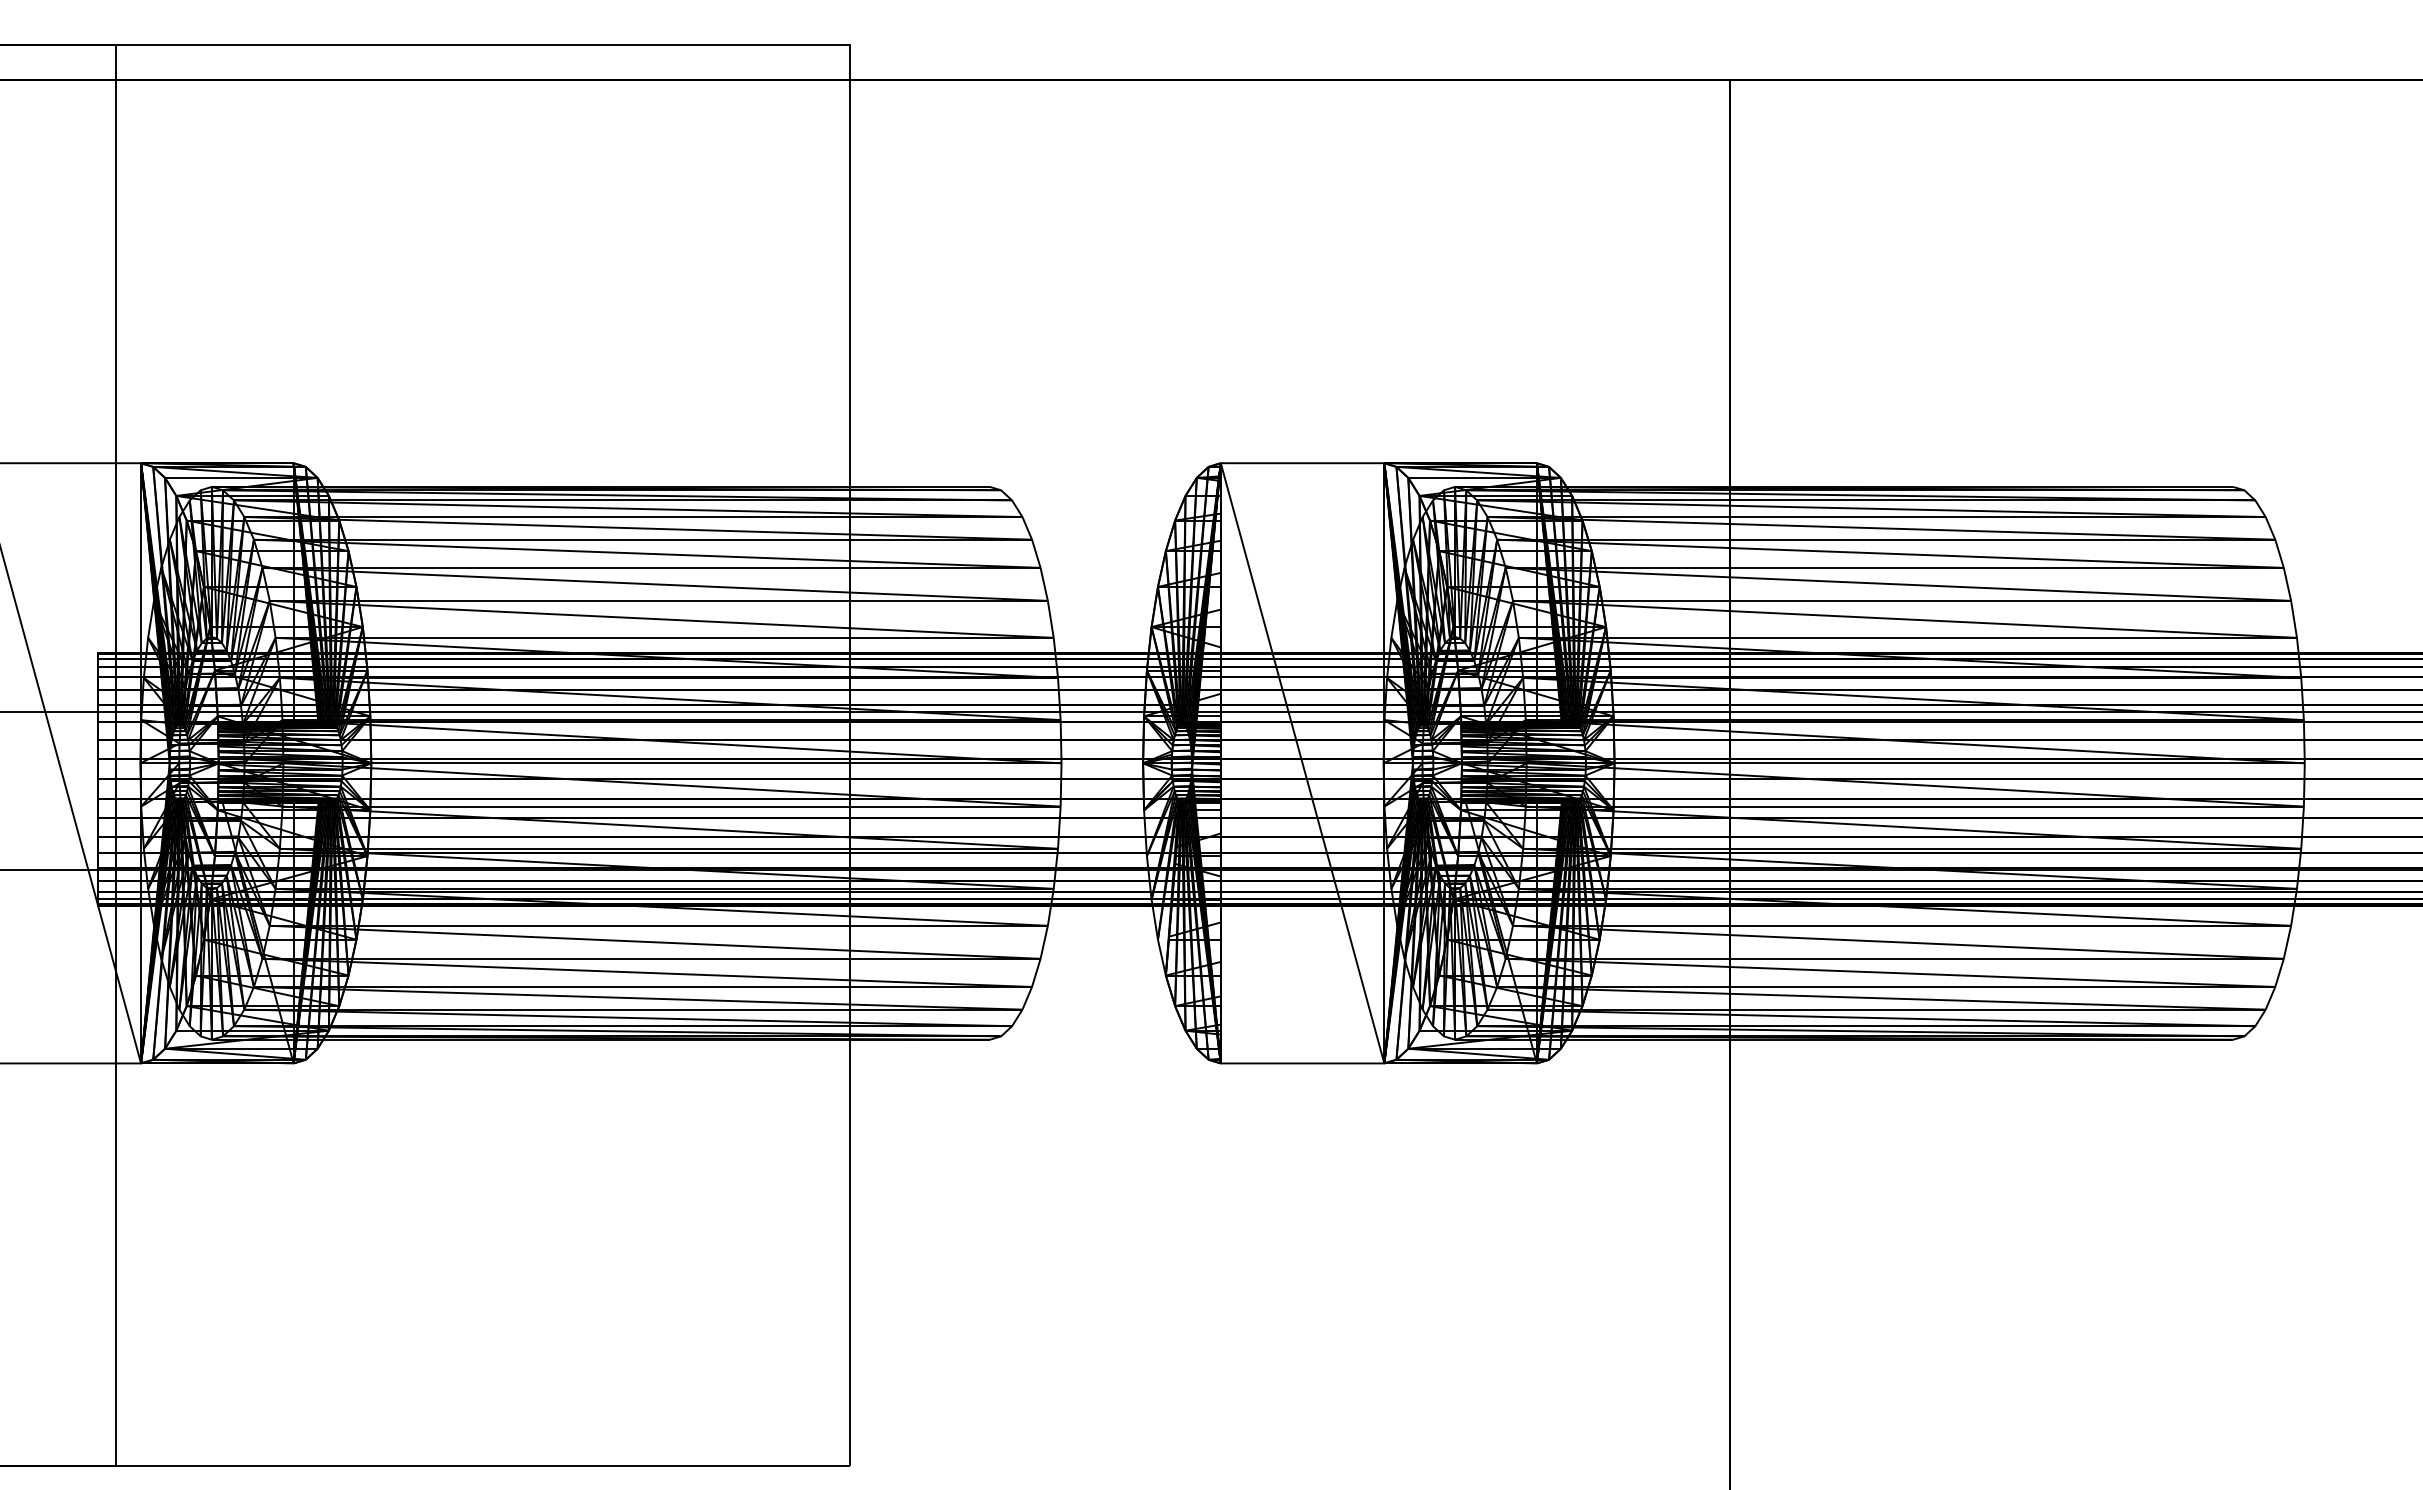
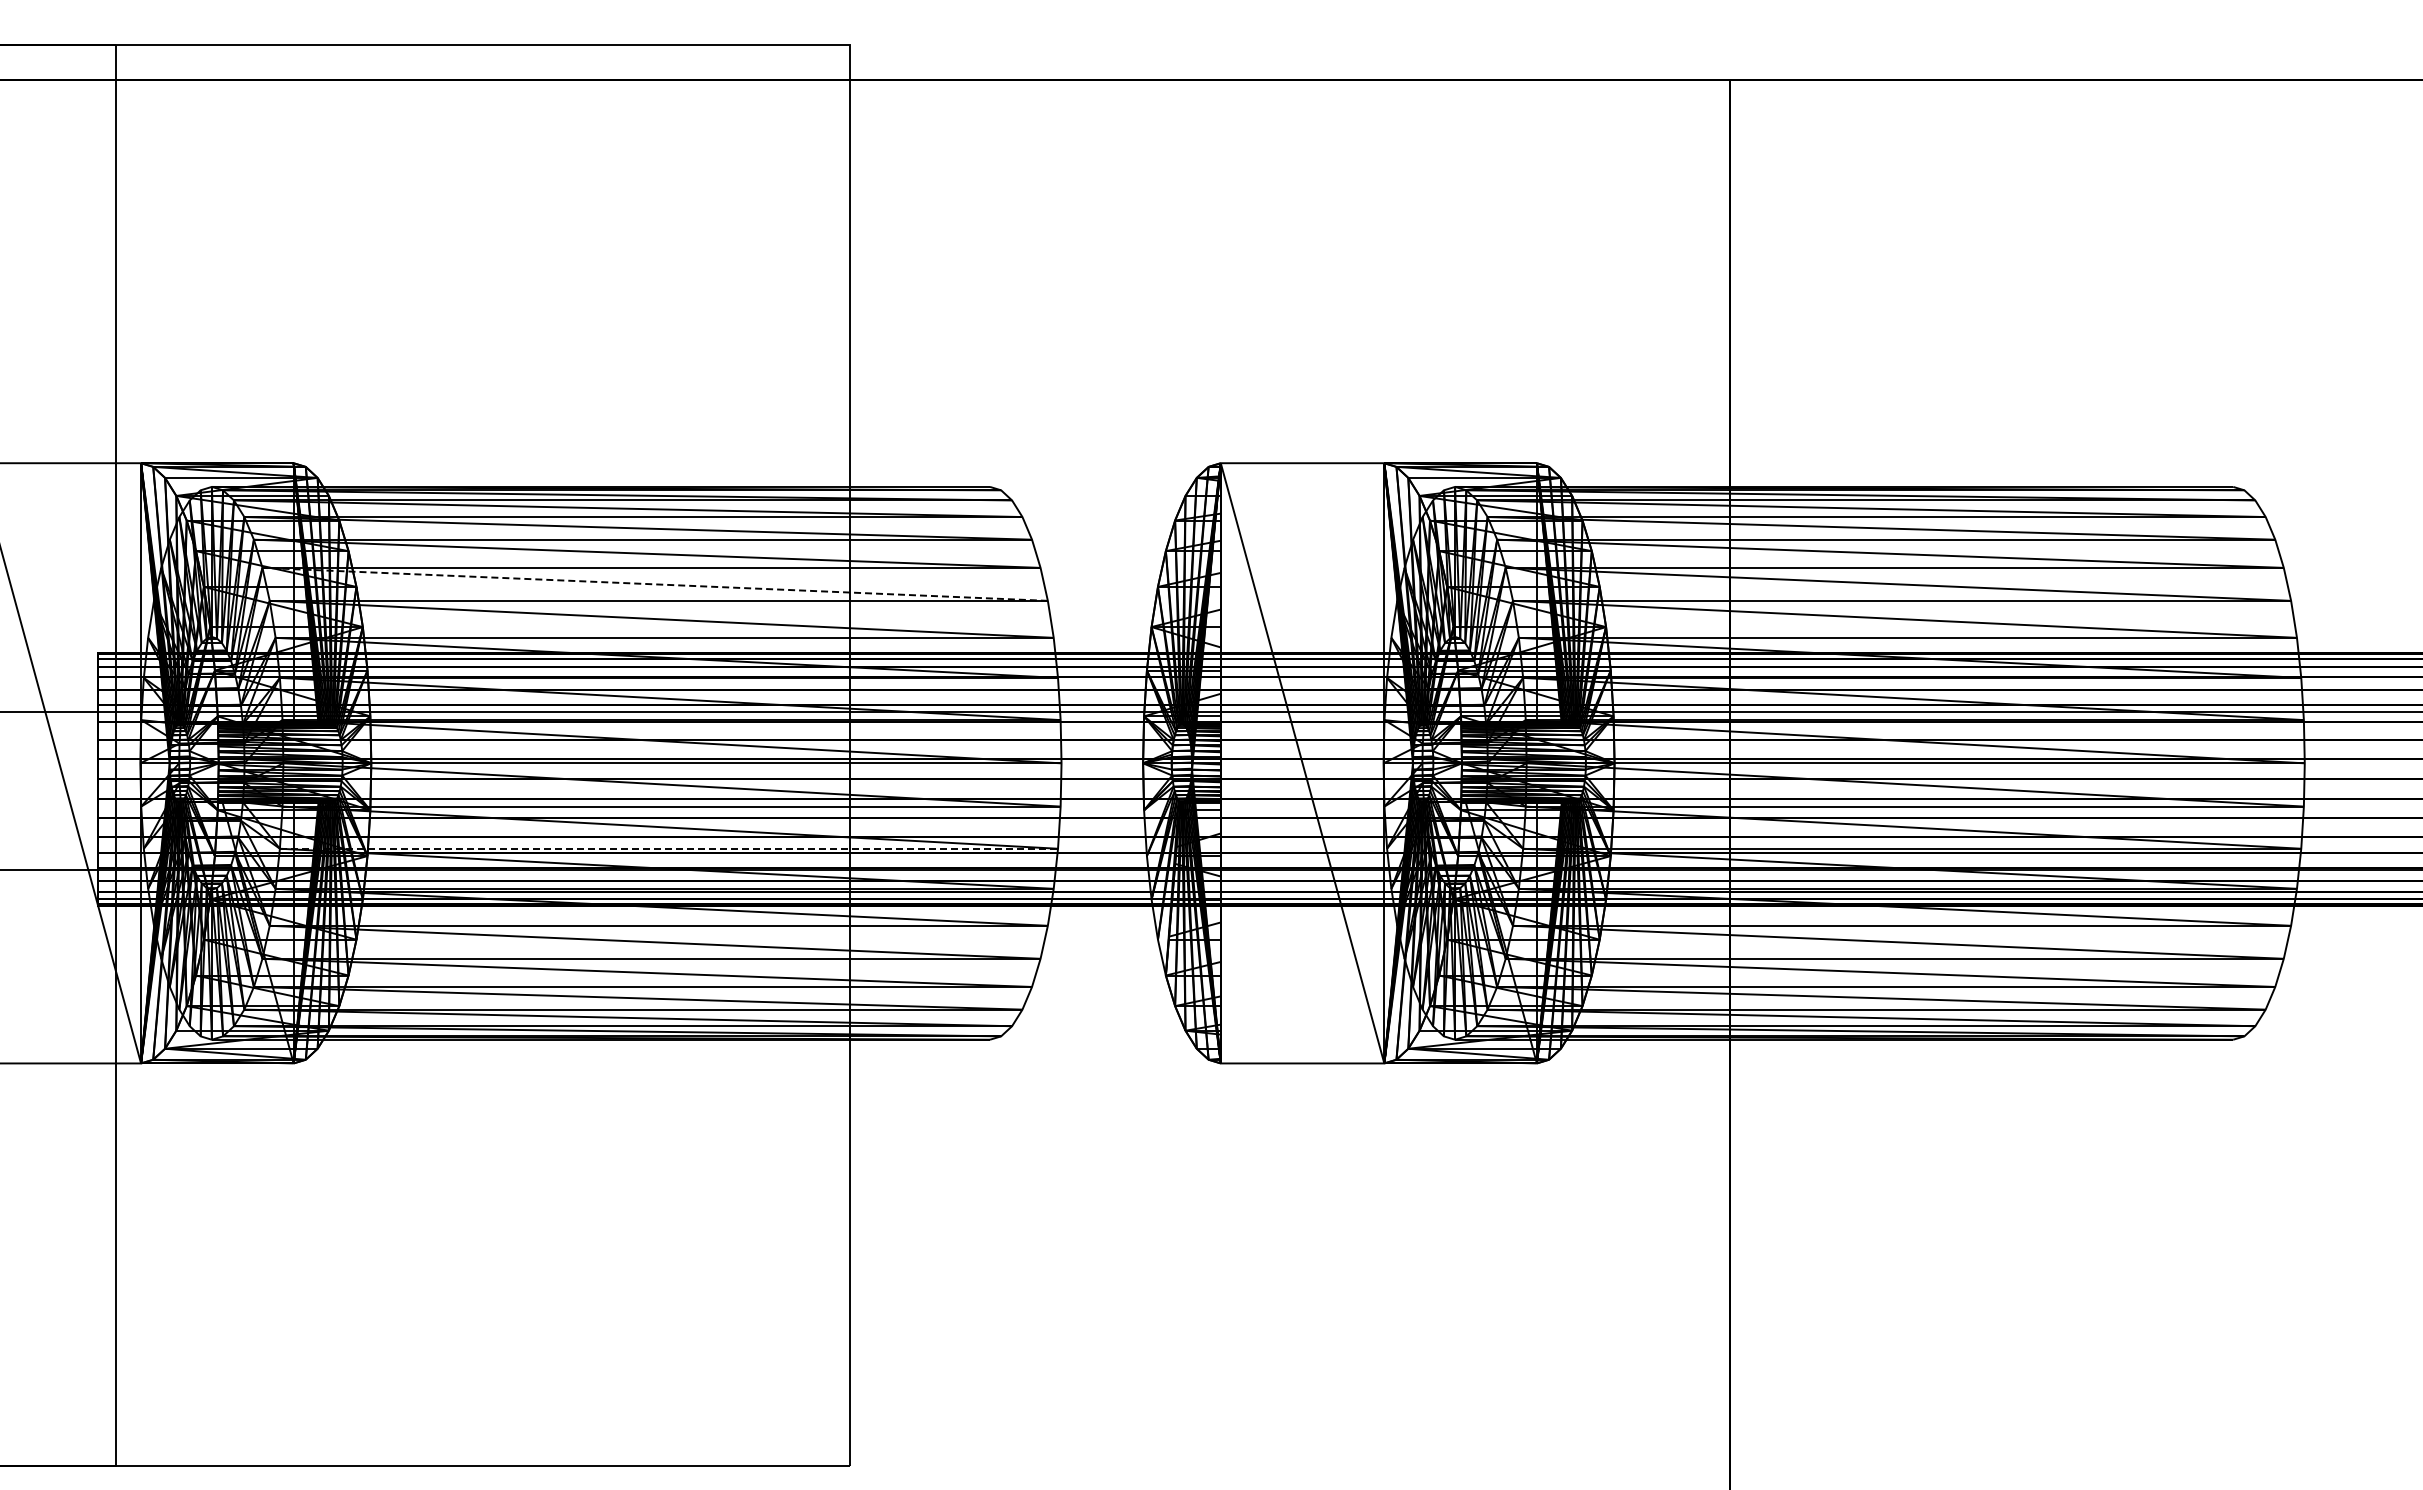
line at (654, 584): solid -> dashed
line at (669, 848): solid -> dashed
